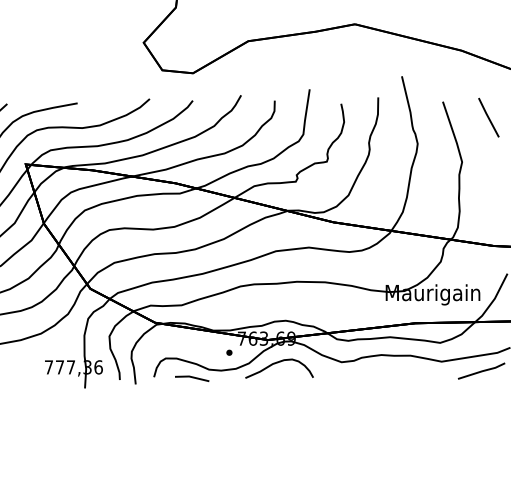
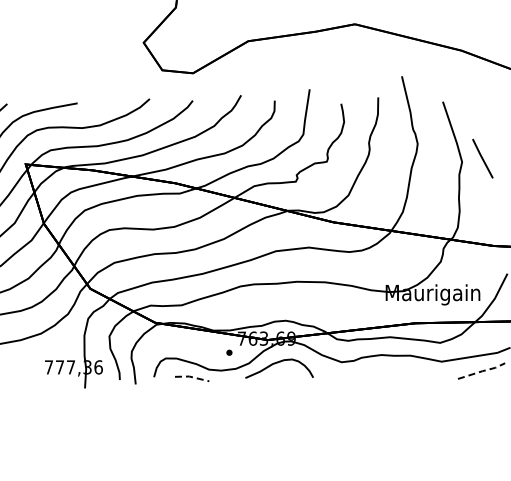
line at (488, 117) position: (488, 117) -> (482, 158)
line at (482, 371): solid -> dashed
line at (192, 377): solid -> dashed
